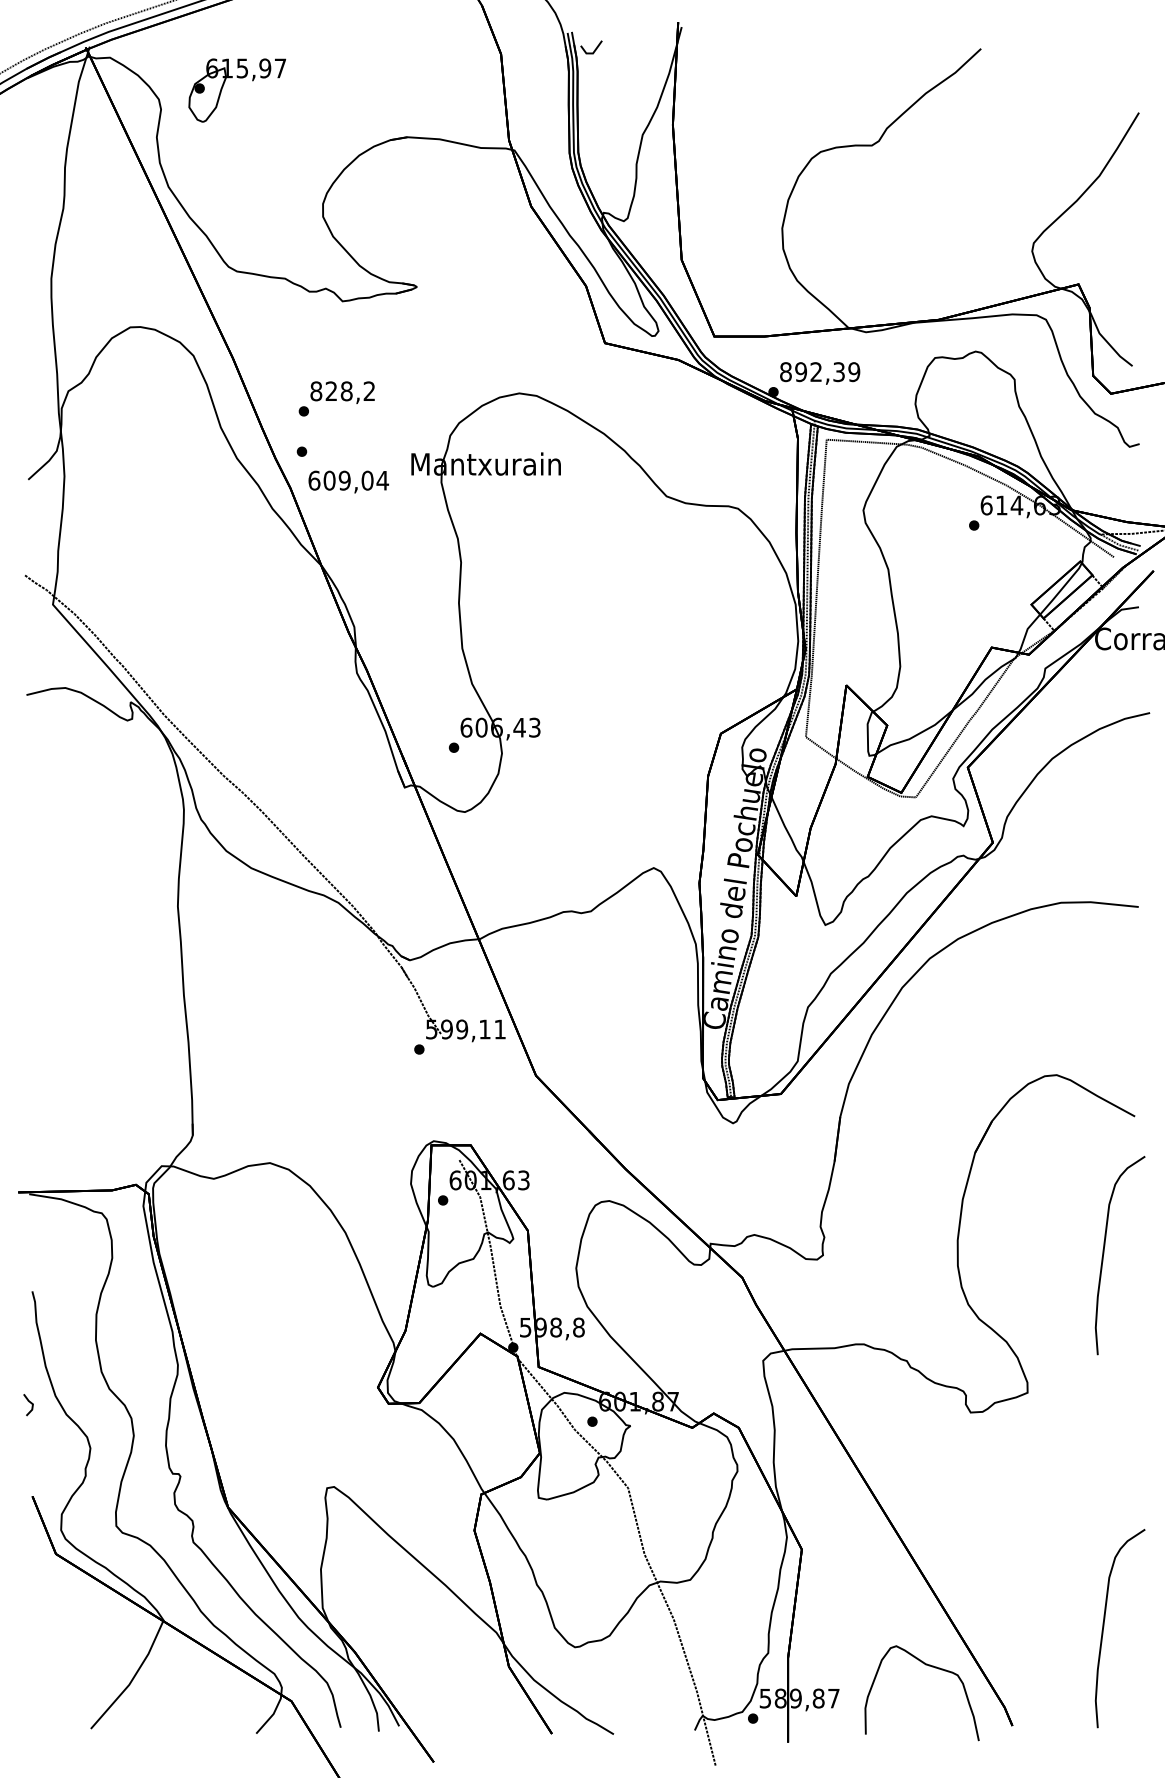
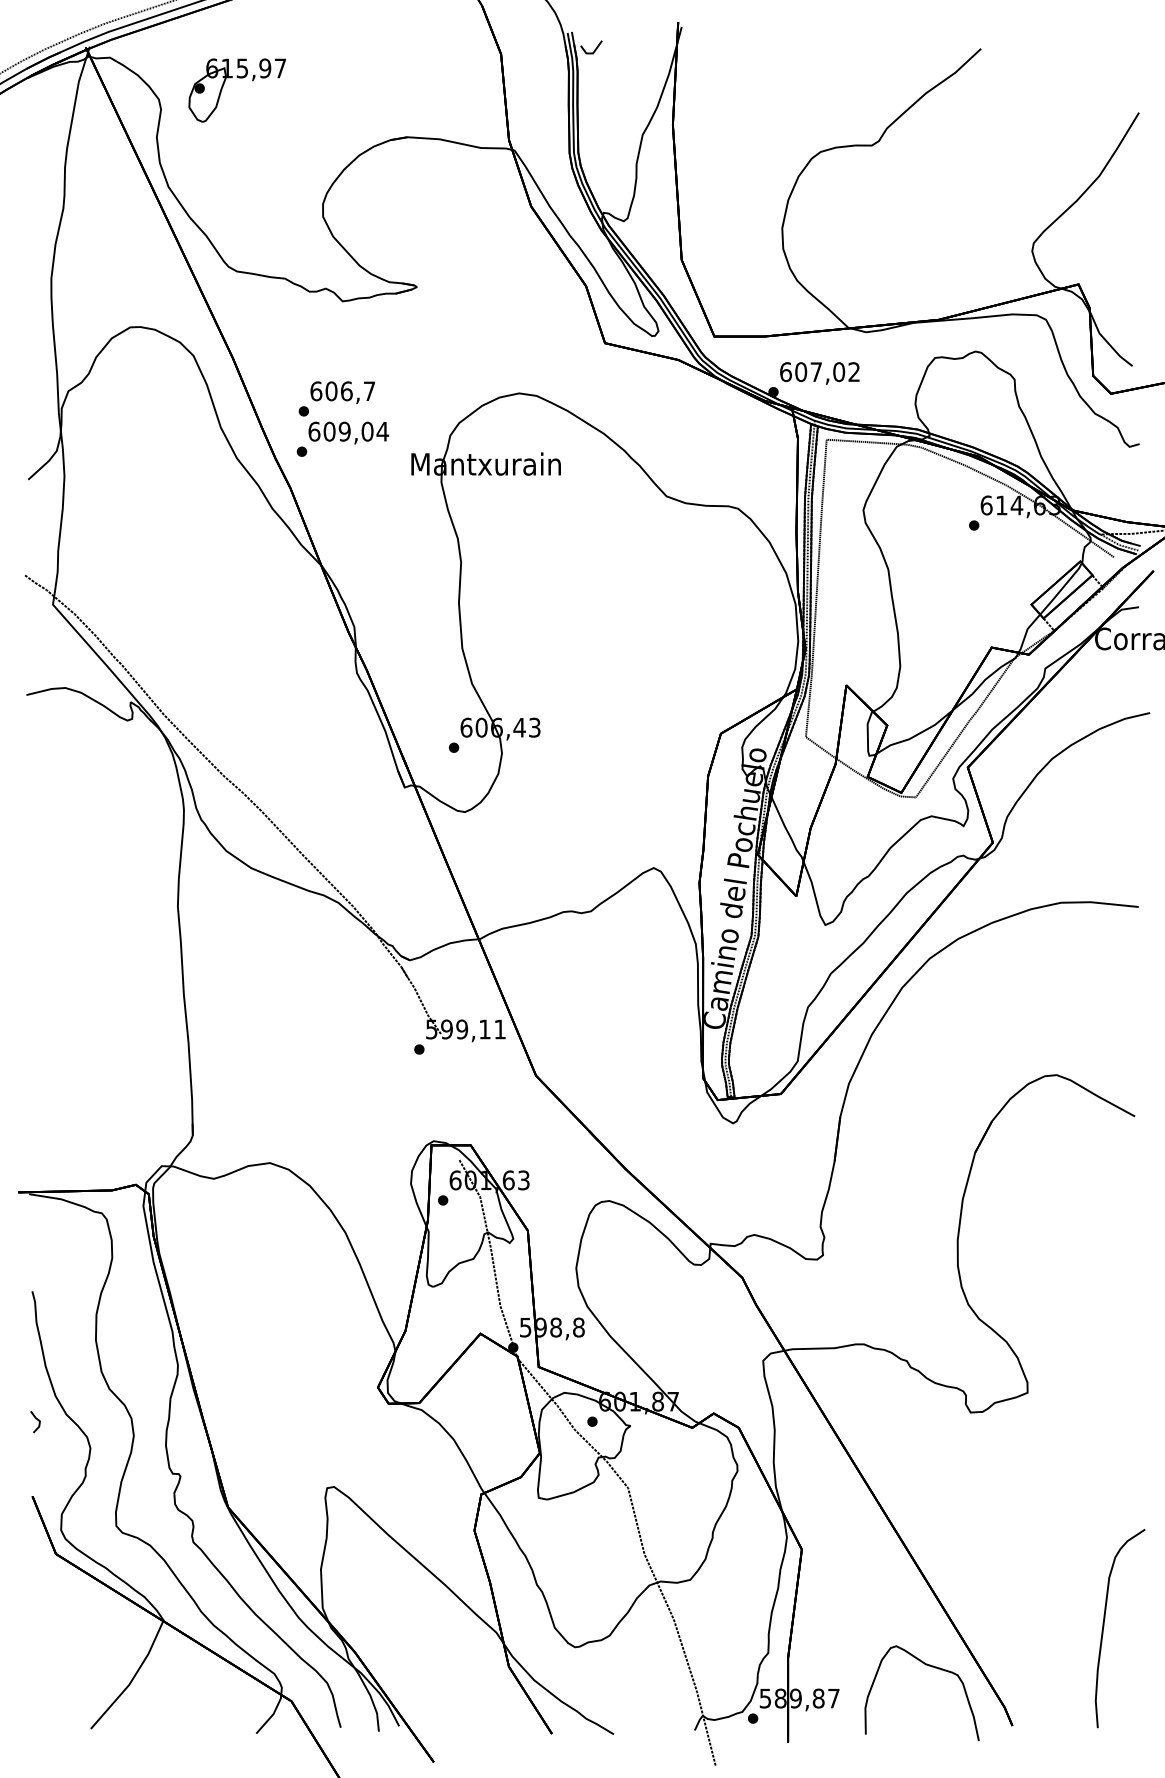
text at (820, 372): 892,39 -> 607,02
text at (342, 391): 828,2 -> 606,7
text at (348, 481) position: (348, 481) -> (348, 432)
curve at (1104, 1254): present -> none
part at (28, 1405) position: (28, 1405) -> (35, 1422)
